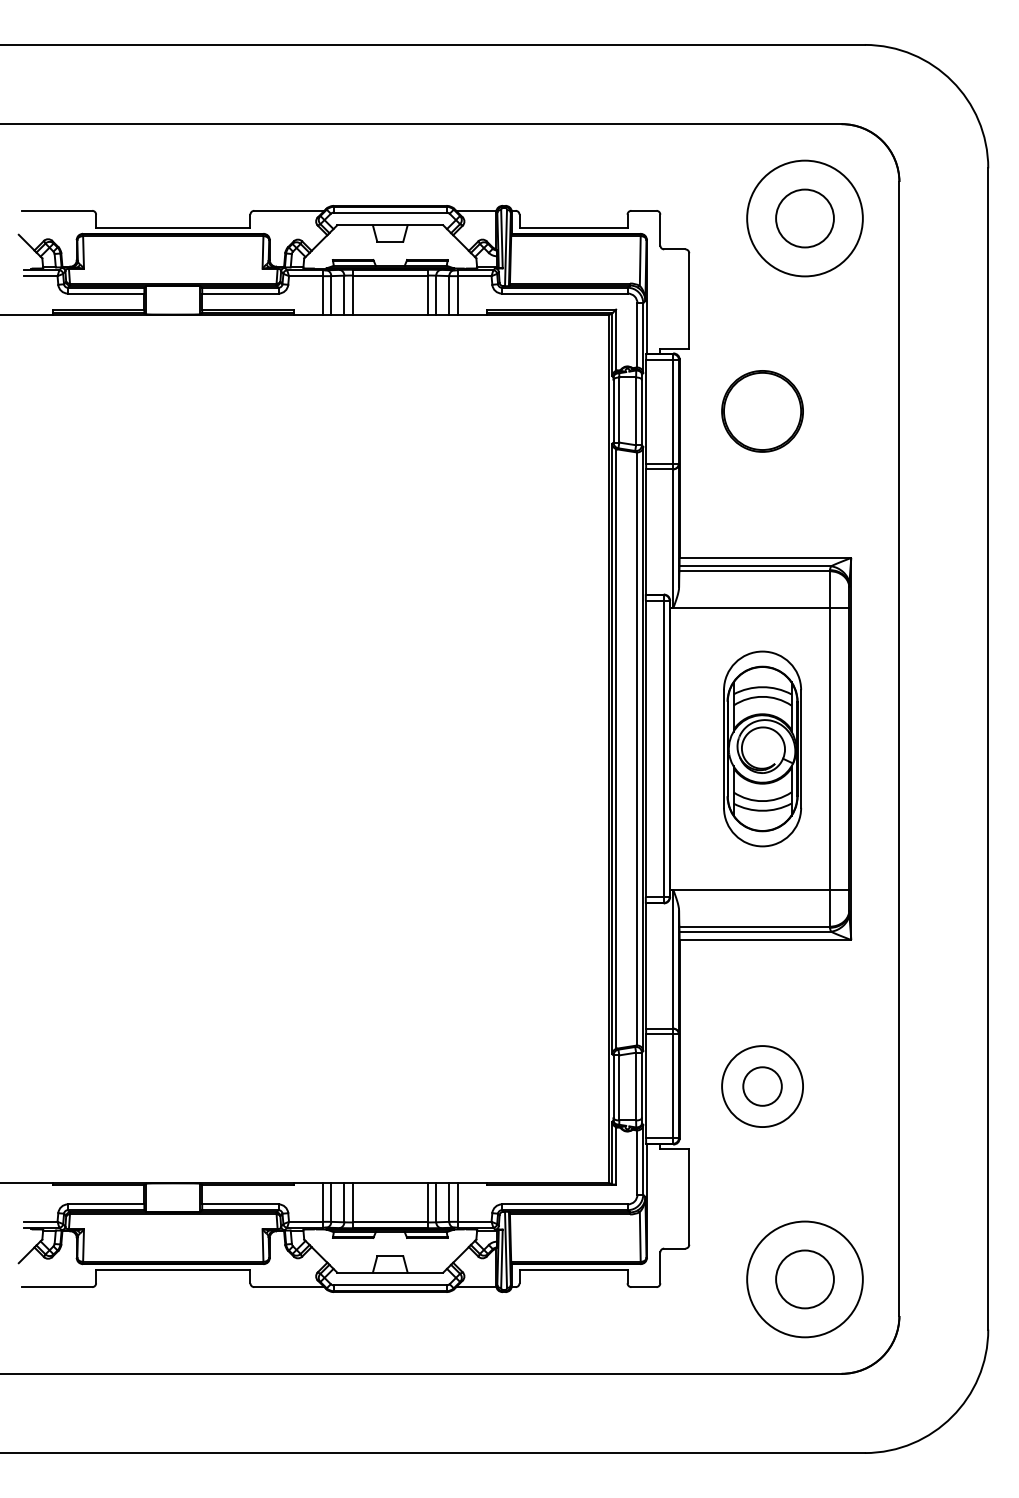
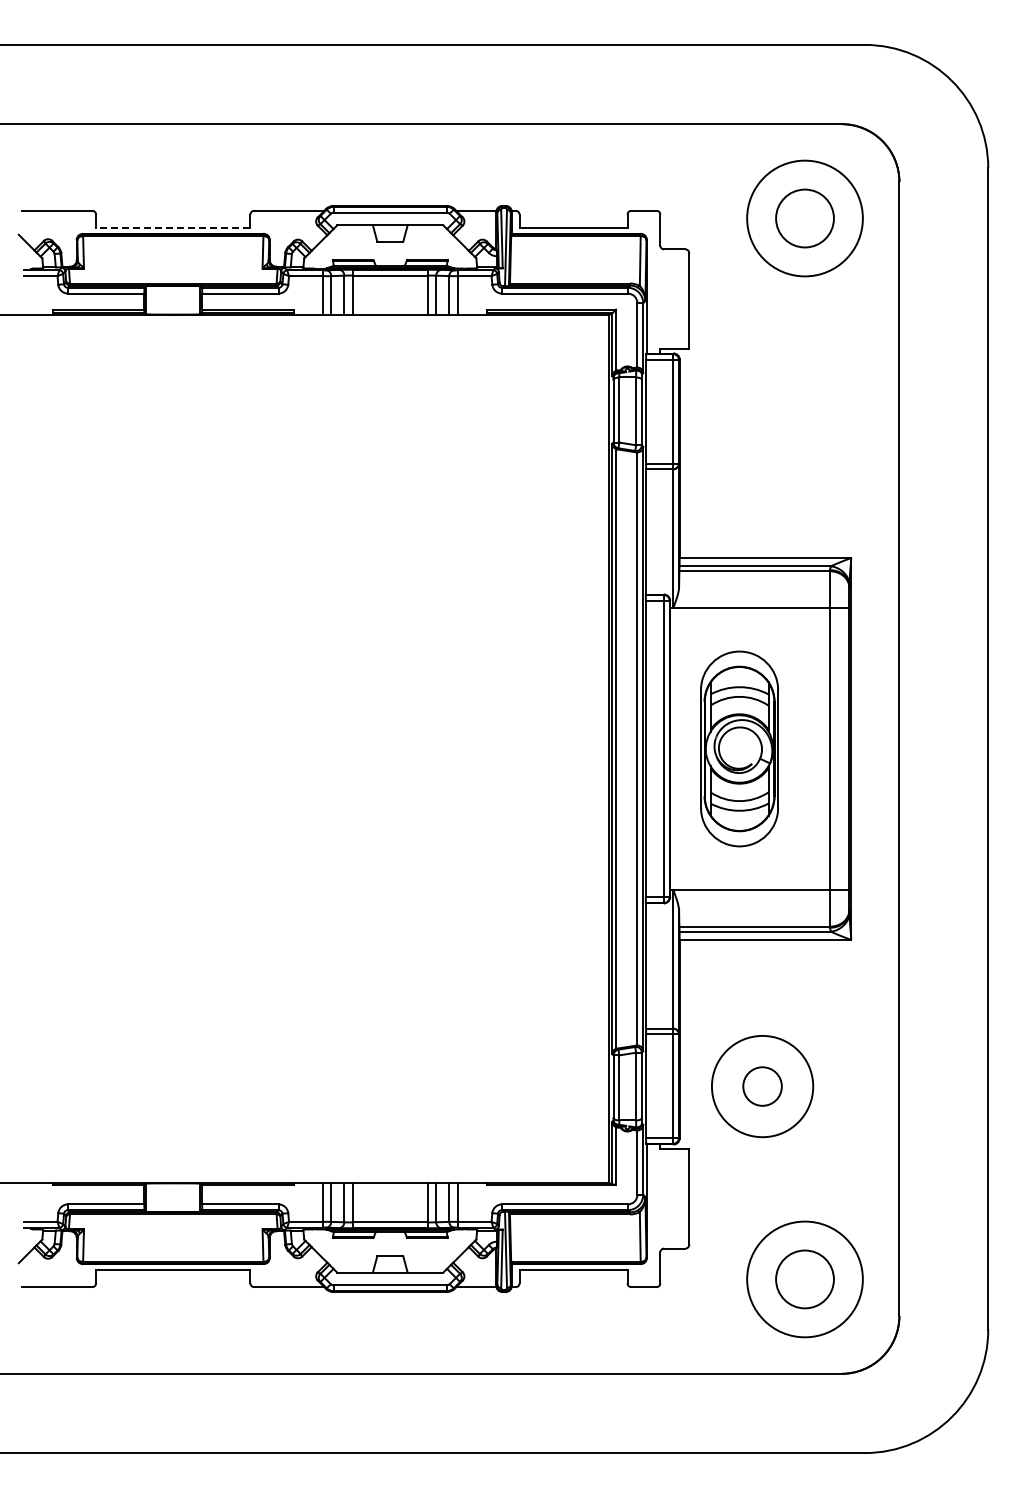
line at (172, 228): solid -> dashed
part at (762, 411): present -> none
part at (762, 748) position: (762, 748) -> (739, 748)
circle at (762, 1086) diameter: 81 px -> 101 px
